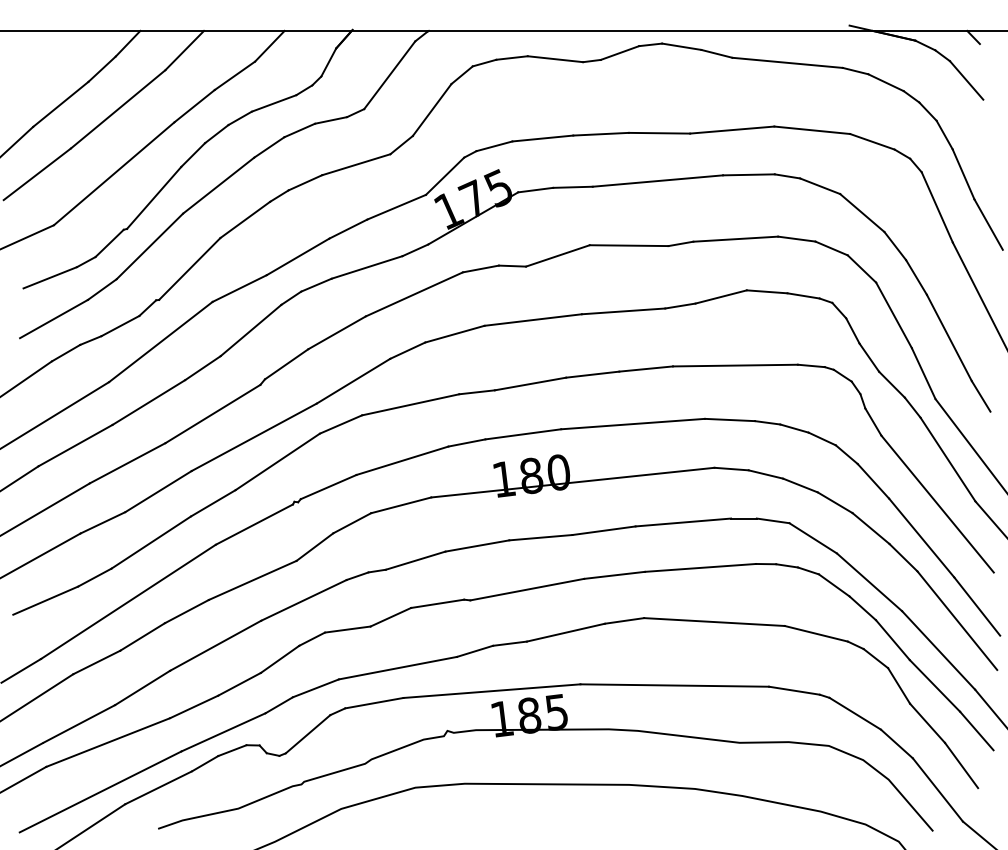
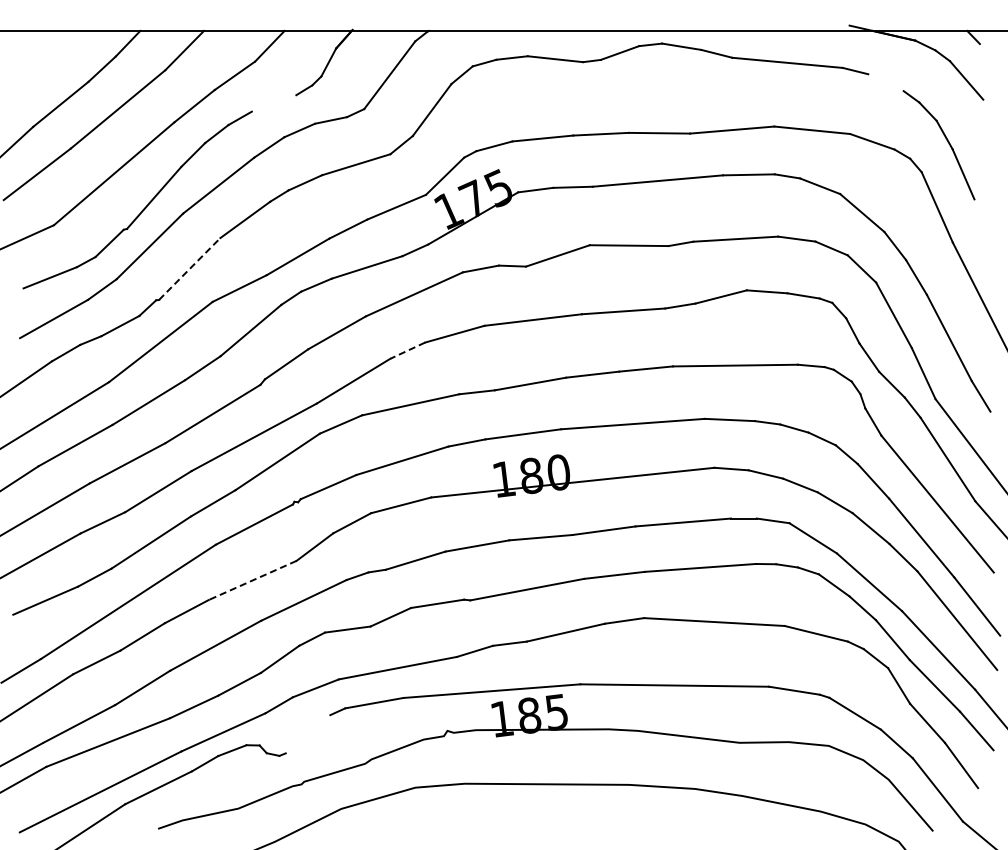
line at (885, 82): present -> none
line at (273, 103): present -> none
line at (988, 224): present -> none
line at (189, 269): solid -> dashed
line at (407, 350): solid -> dashed
line at (252, 580): solid -> dashed
line at (307, 734): present -> none
